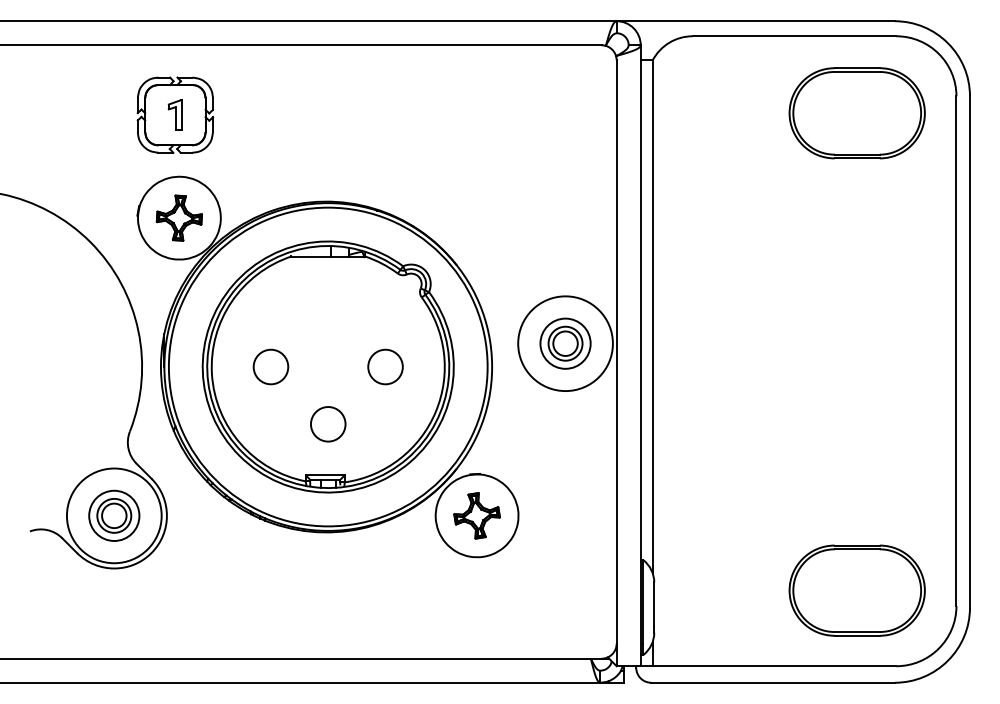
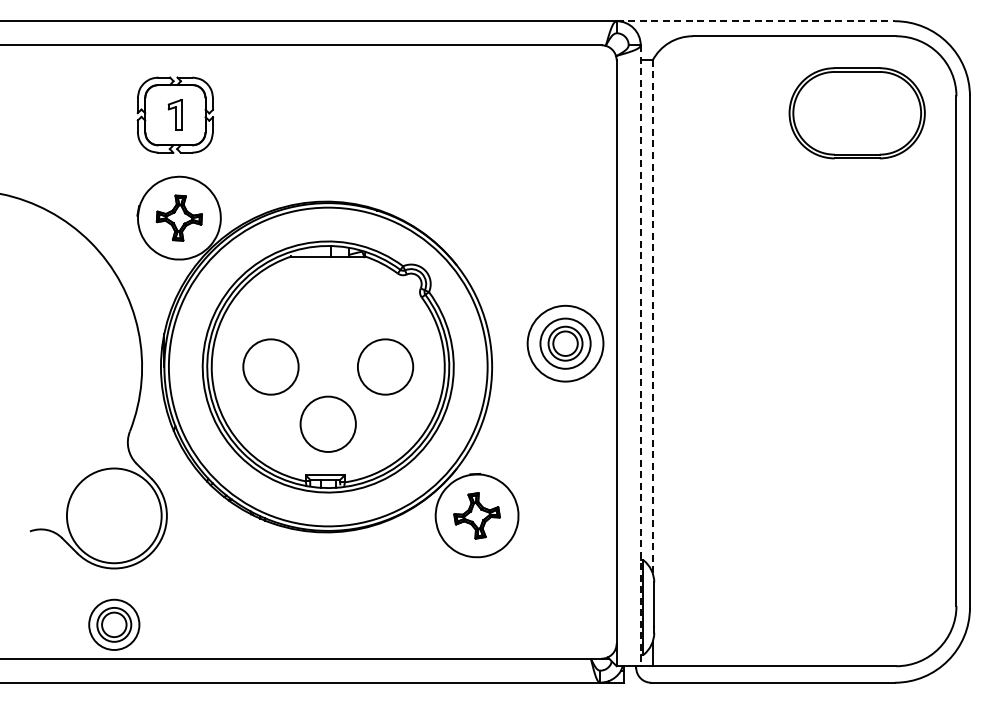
line at (756, 21): solid -> dashed
line at (652, 316): solid -> dashed
circle at (565, 343) diameter: 95 px -> 76 px
line at (640, 356): solid -> dashed
circle at (270, 366) diameter: 35 px -> 55 px
circle at (385, 366) diameter: 35 px -> 55 px
circle at (327, 424) diameter: 35 px -> 55 px
part at (114, 515) position: (114, 515) -> (114, 624)
part at (856, 590): present -> none
